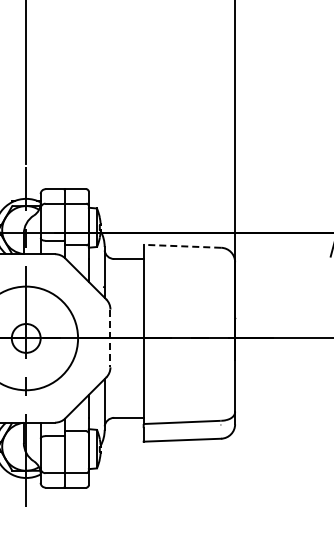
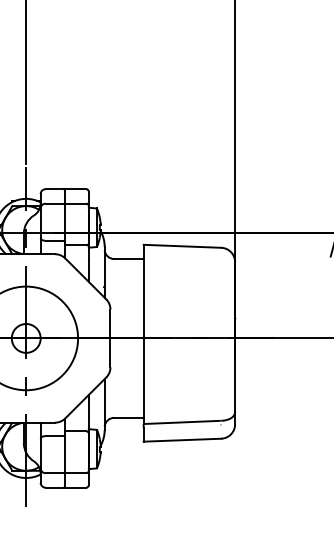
line at (182, 246): dashed -> solid
line at (110, 338): dashed -> solid
